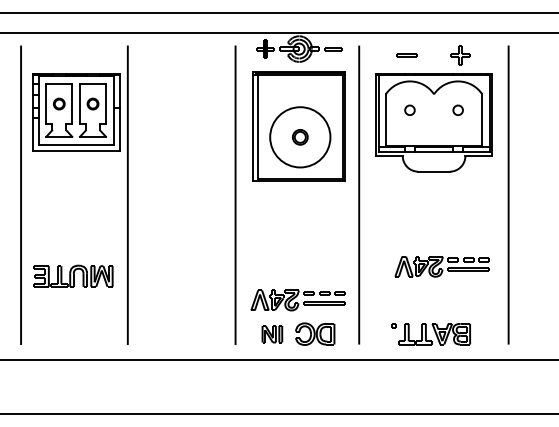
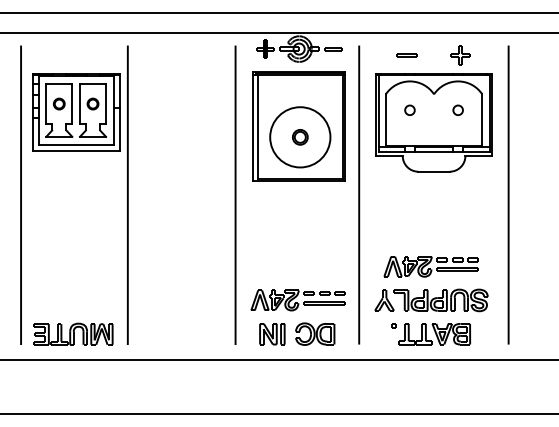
part at (441, 266) position: (441, 266) -> (430, 266)
part at (73, 275) position: (73, 275) -> (73, 333)
part at (431, 300): none -> present
part at (272, 334) size: 23x19 px -> 27x23 px
